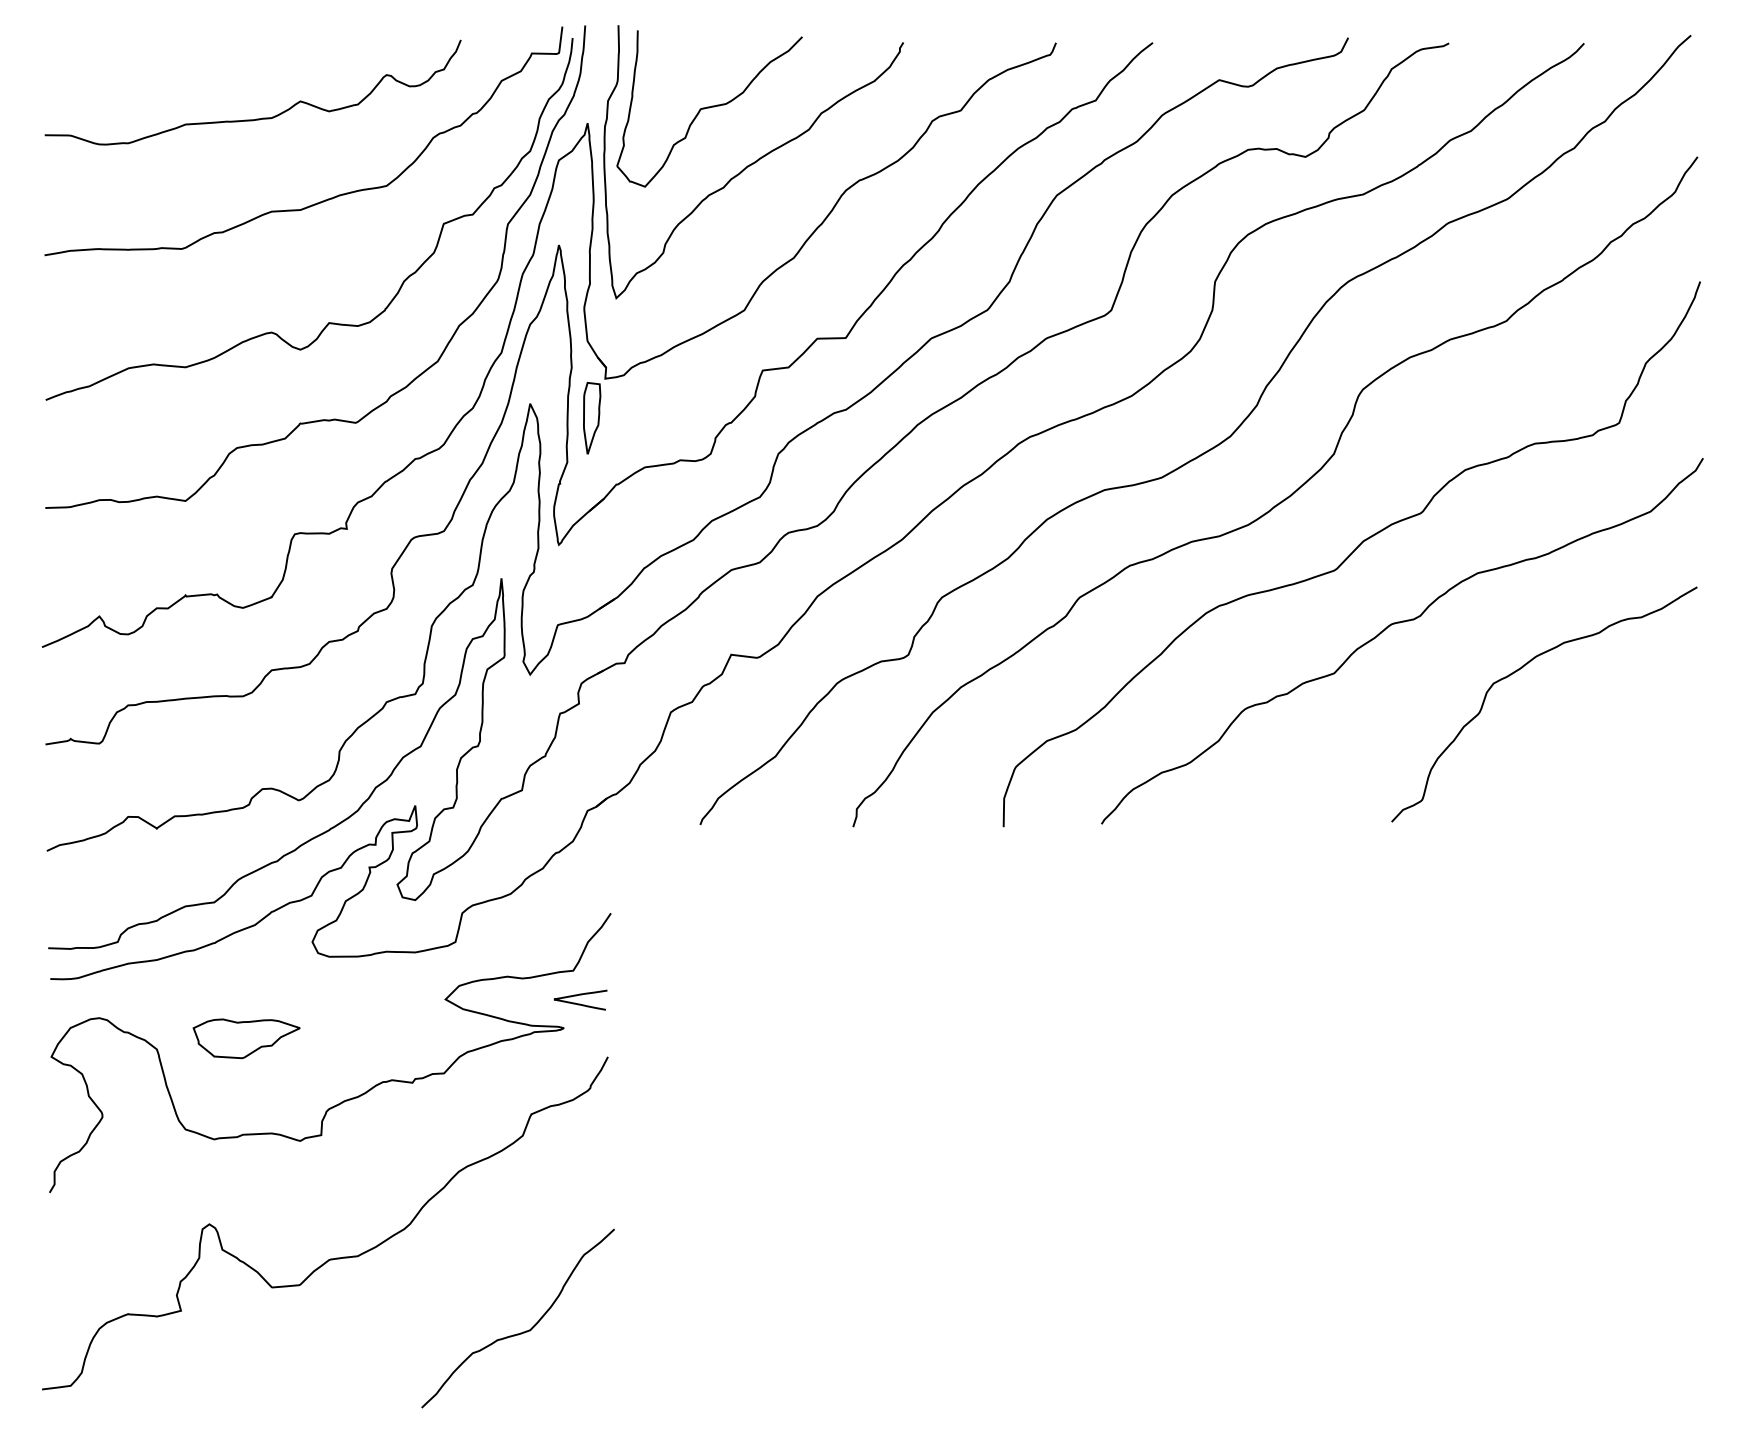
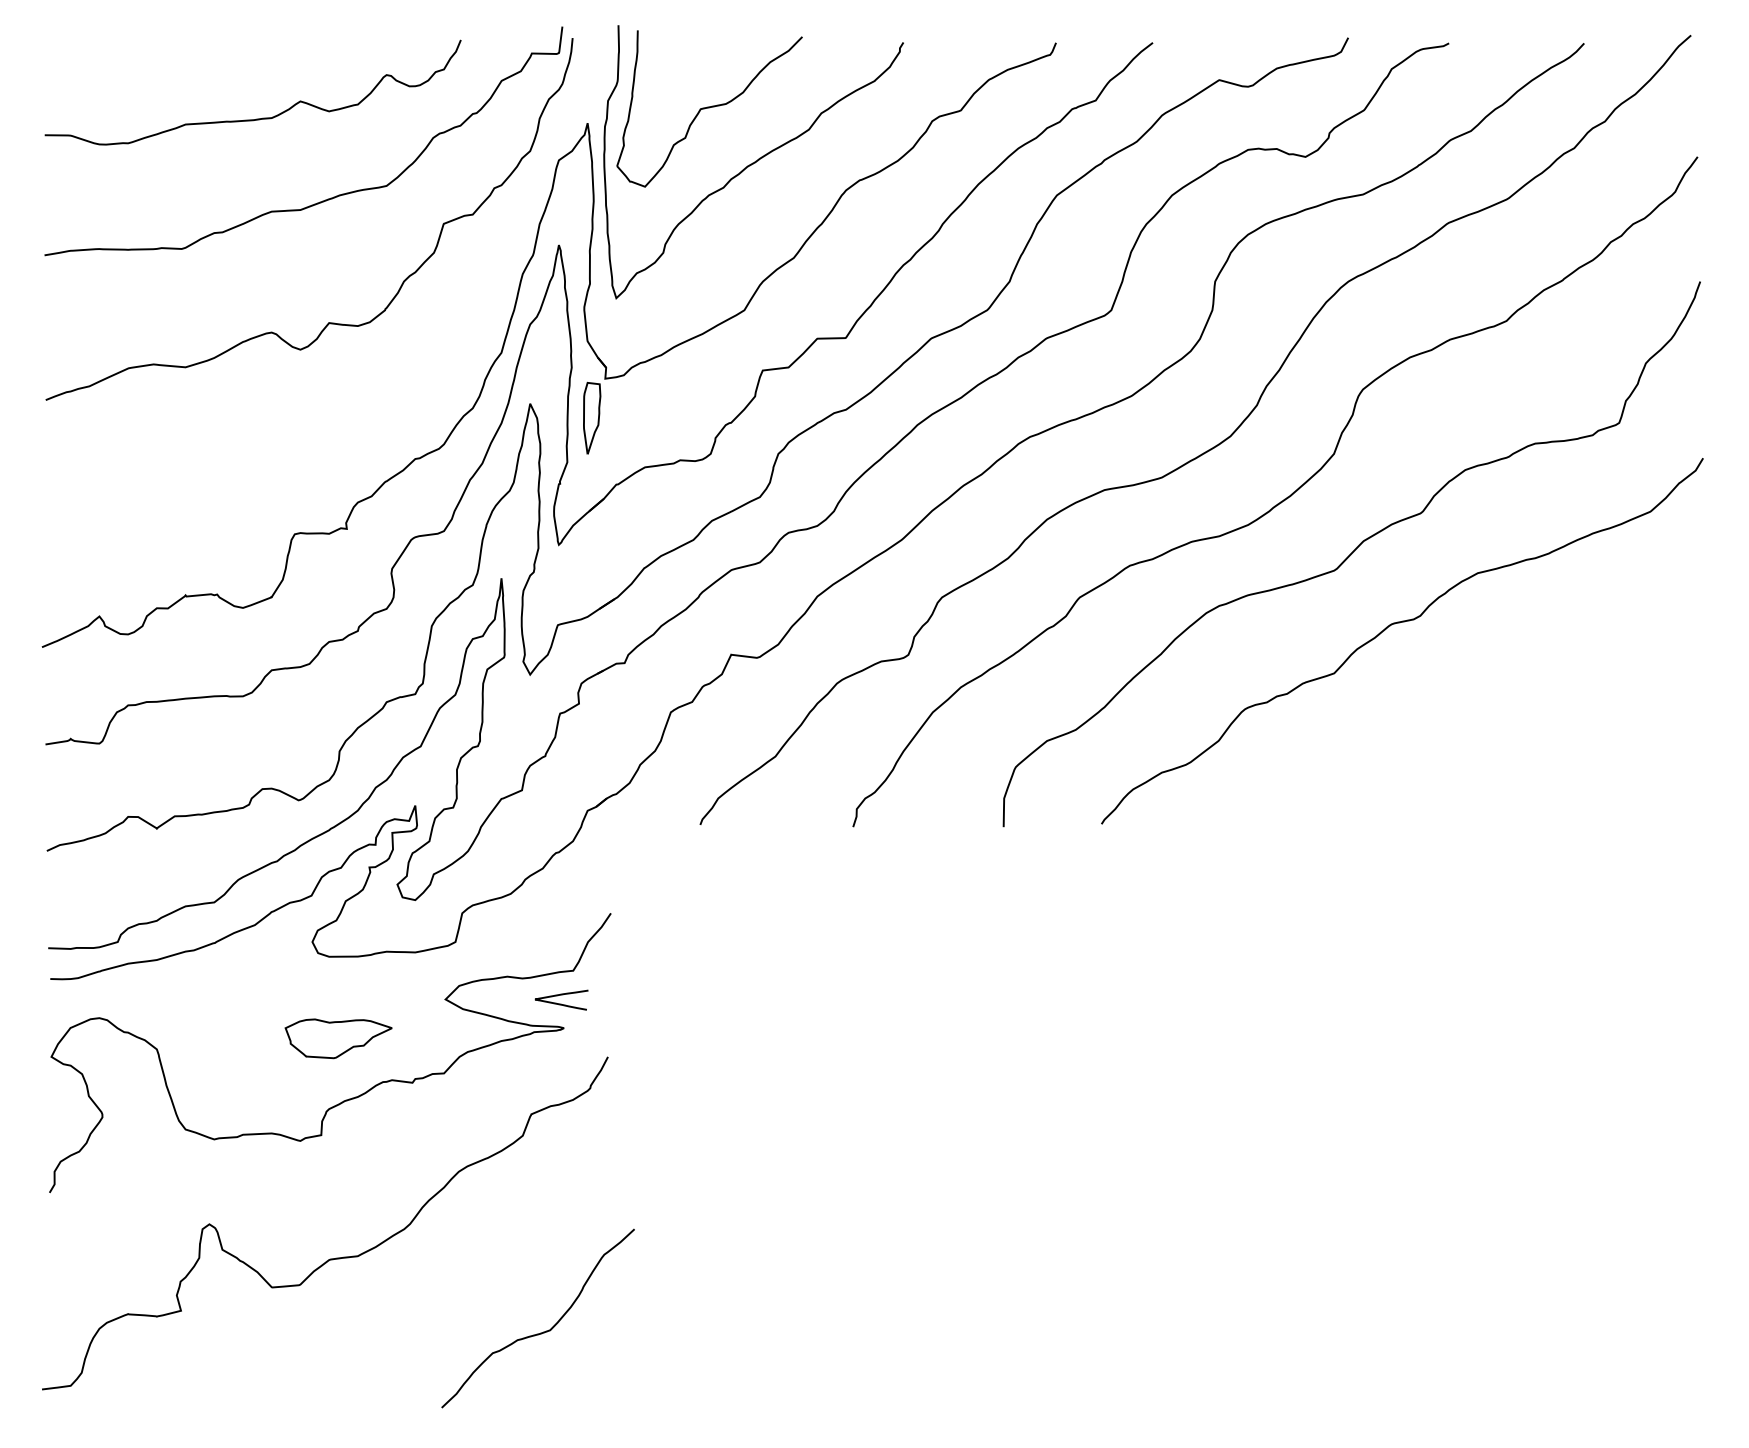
curve at (391, 394): present -> none
curve at (1522, 668): present -> none
curve at (580, 995) position: (580, 995) -> (561, 995)
part at (246, 1038) position: (246, 1038) -> (338, 1038)
curve at (523, 1331) position: (523, 1331) -> (543, 1331)
